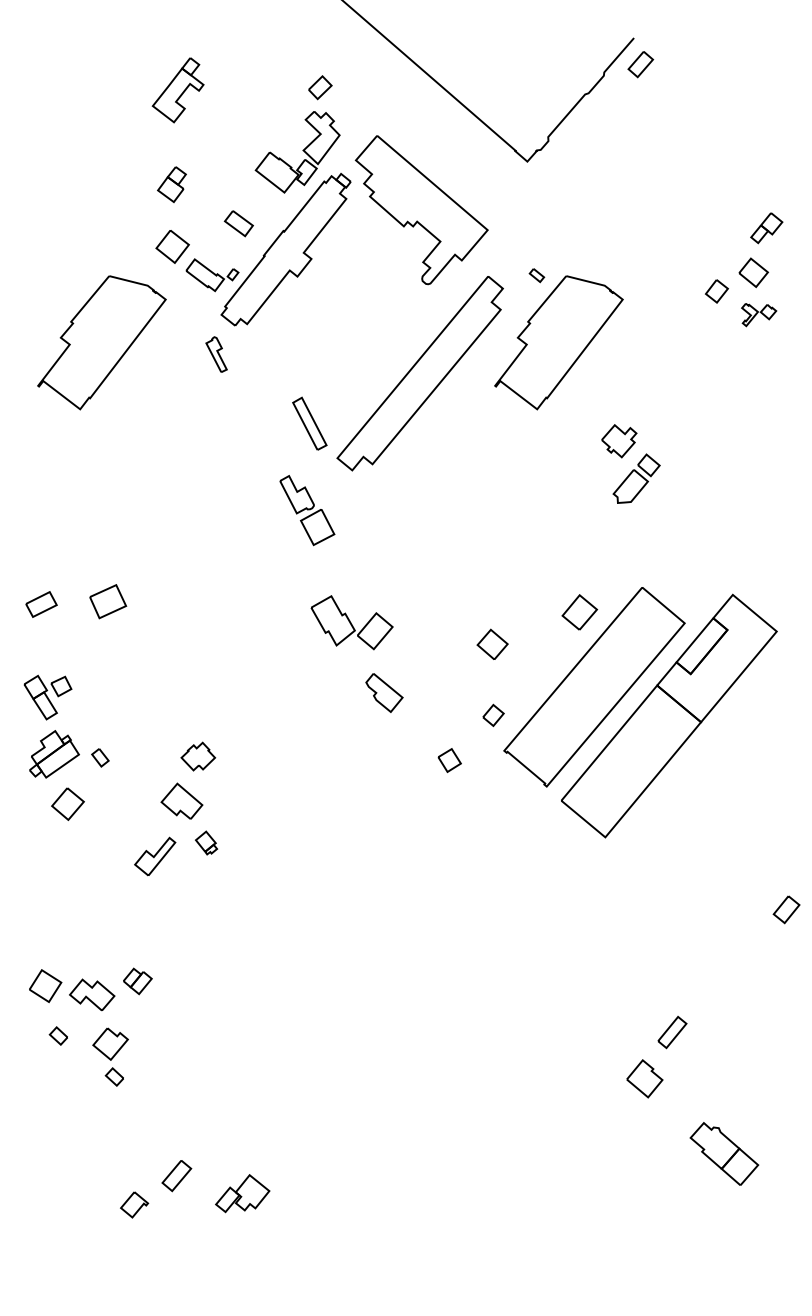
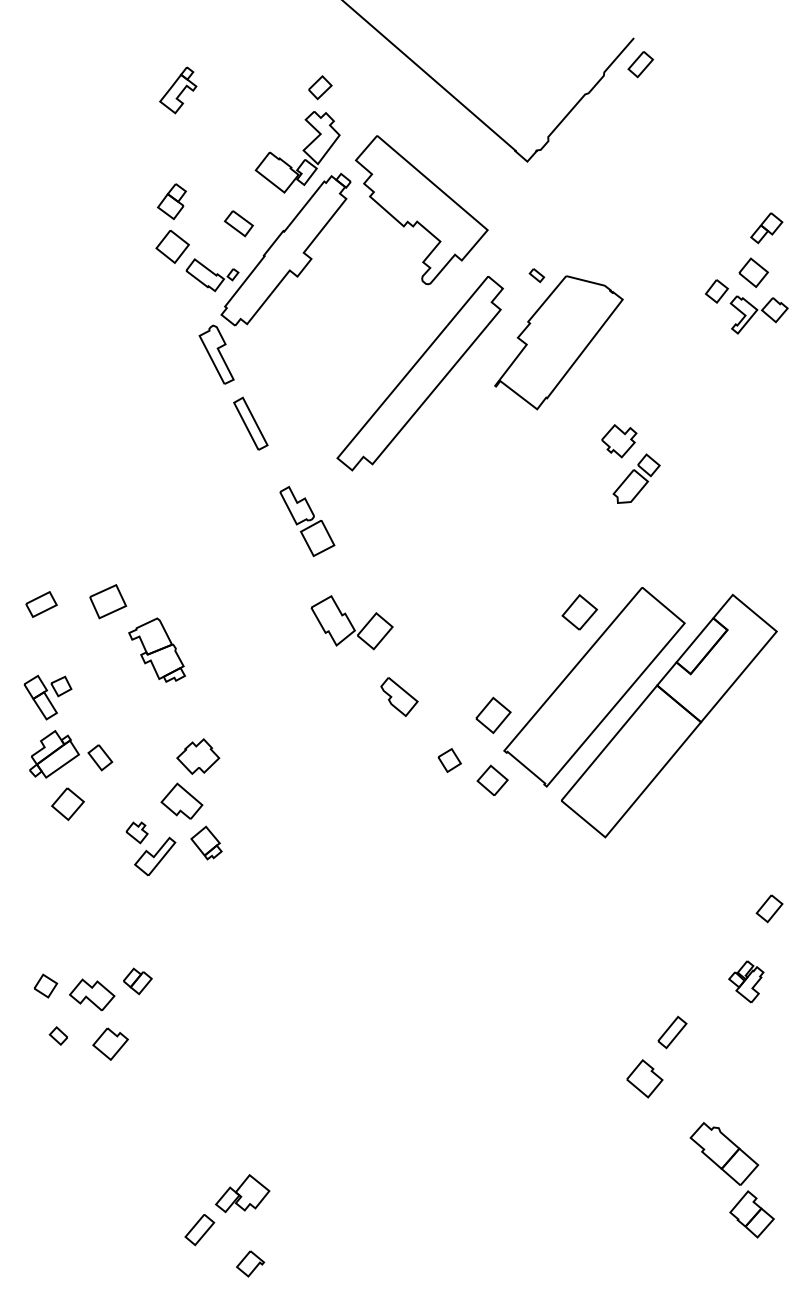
part at (177, 90) size: 54x67 px -> 39x49 px
part at (171, 184) position: (171, 184) -> (171, 201)
part at (759, 315) size: 37x25 px -> 60x40 px
part at (101, 342): present -> none
part at (216, 354) size: 23x37 px -> 37x61 px
part at (309, 423) position: (309, 423) -> (250, 423)
part at (307, 510) position: (307, 510) -> (307, 521)
part at (492, 643) position: (492, 643) -> (492, 779)
part at (156, 649): none -> present
part at (384, 692) position: (384, 692) -> (399, 696)
part at (493, 715) size: 23x25 px -> 37x39 px
part at (198, 756) size: 37x31 px -> 45x37 px
part at (100, 757) size: 19x20 px -> 27x28 px
part at (136, 832): none -> present
part at (206, 842) size: 24x26 px -> 33x36 px
part at (786, 909) position: (786, 909) -> (769, 908)
part at (746, 981): none -> present
part at (45, 986) size: 34x35 px -> 25x26 px
part at (113, 1076): present -> none
part at (176, 1176) position: (176, 1176) -> (199, 1230)
part at (134, 1204) position: (134, 1204) -> (250, 1263)
part at (751, 1214): none -> present
